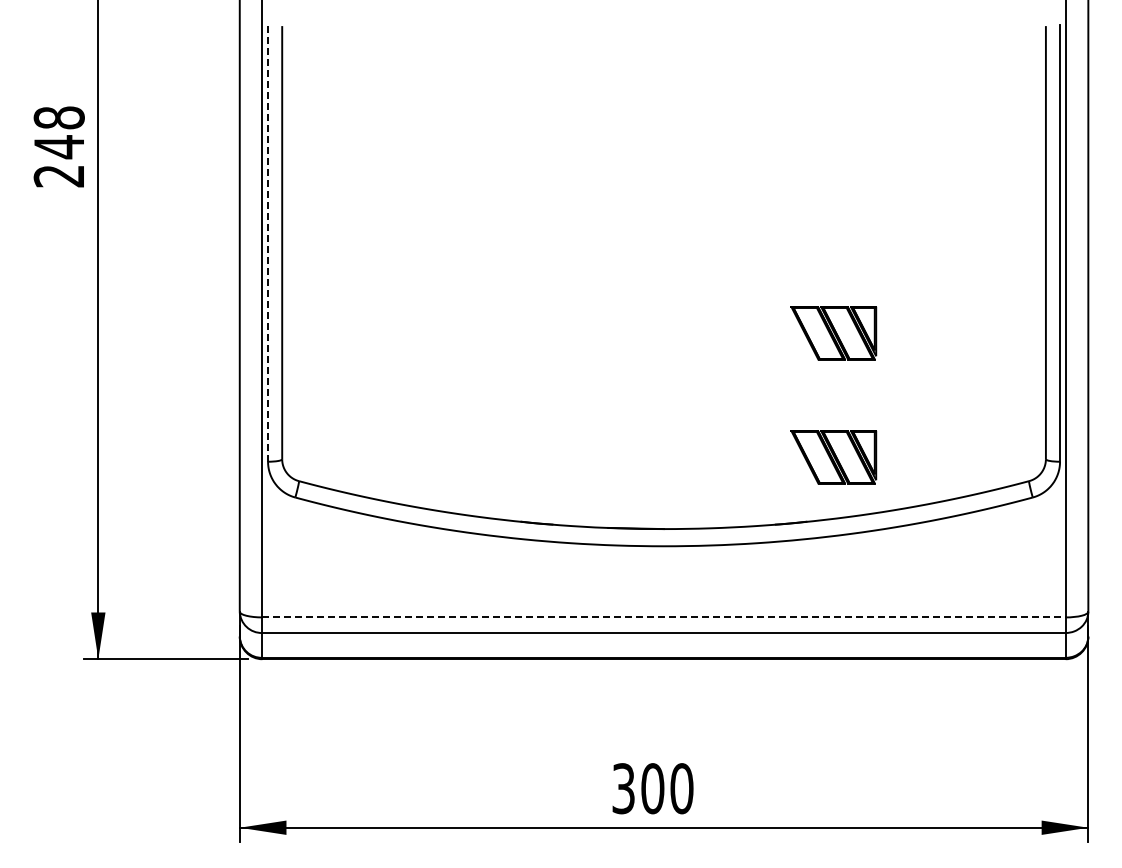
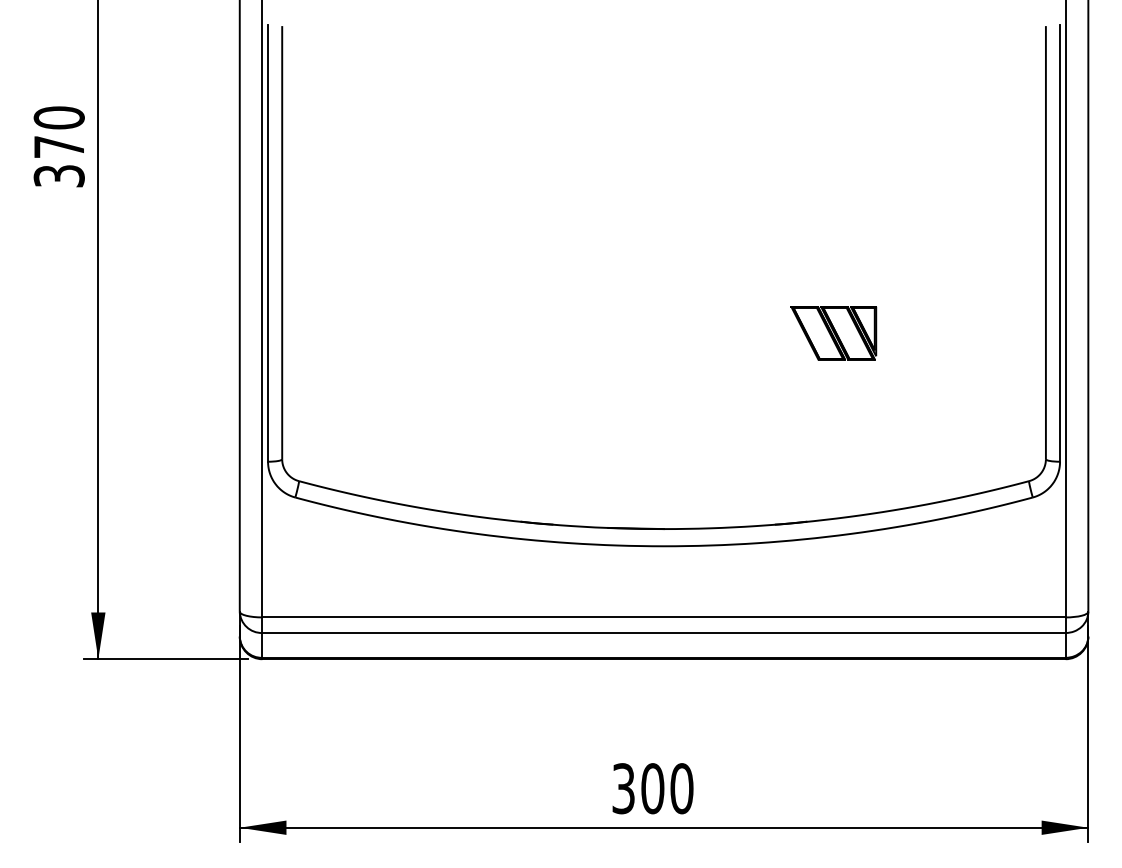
text at (58, 146): 248 -> 370
line at (268, 243): dashed -> solid
part at (833, 457): present -> none
line at (664, 617): dashed -> solid
